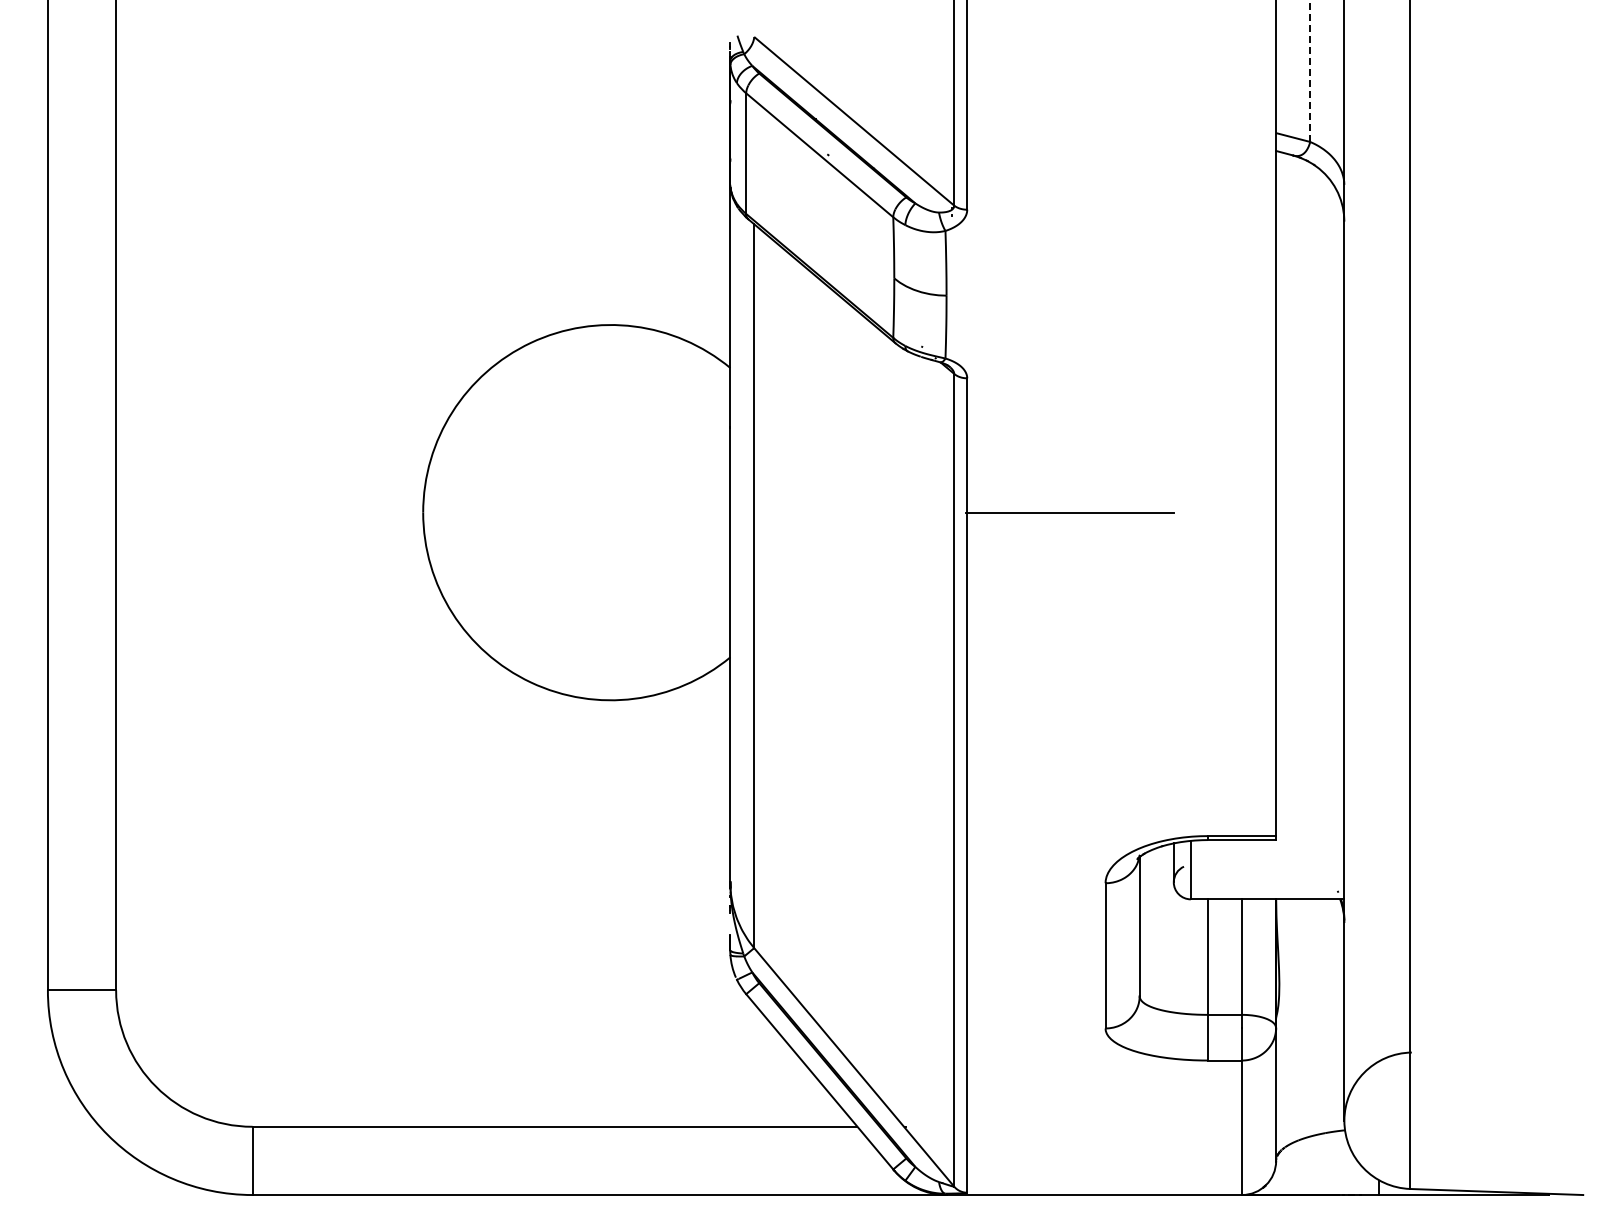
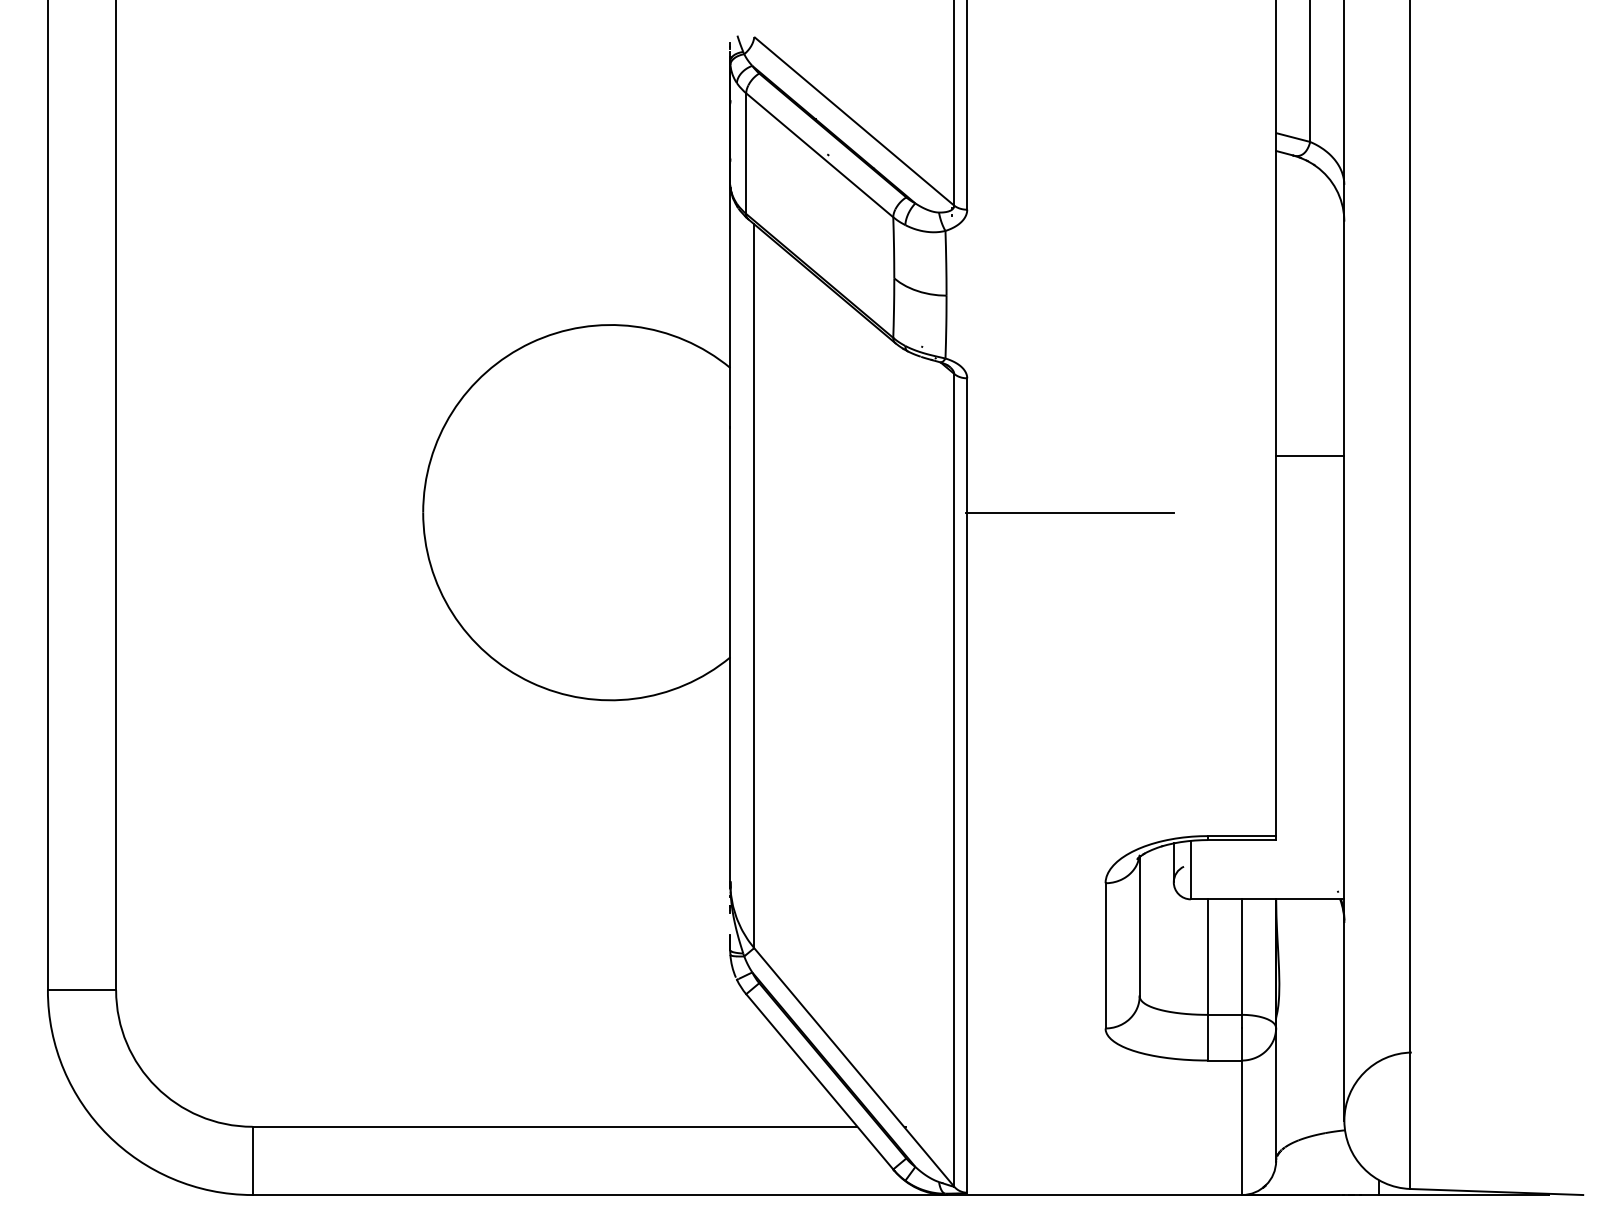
line at (1310, 71): dashed -> solid
line at (1310, 455): none -> present
